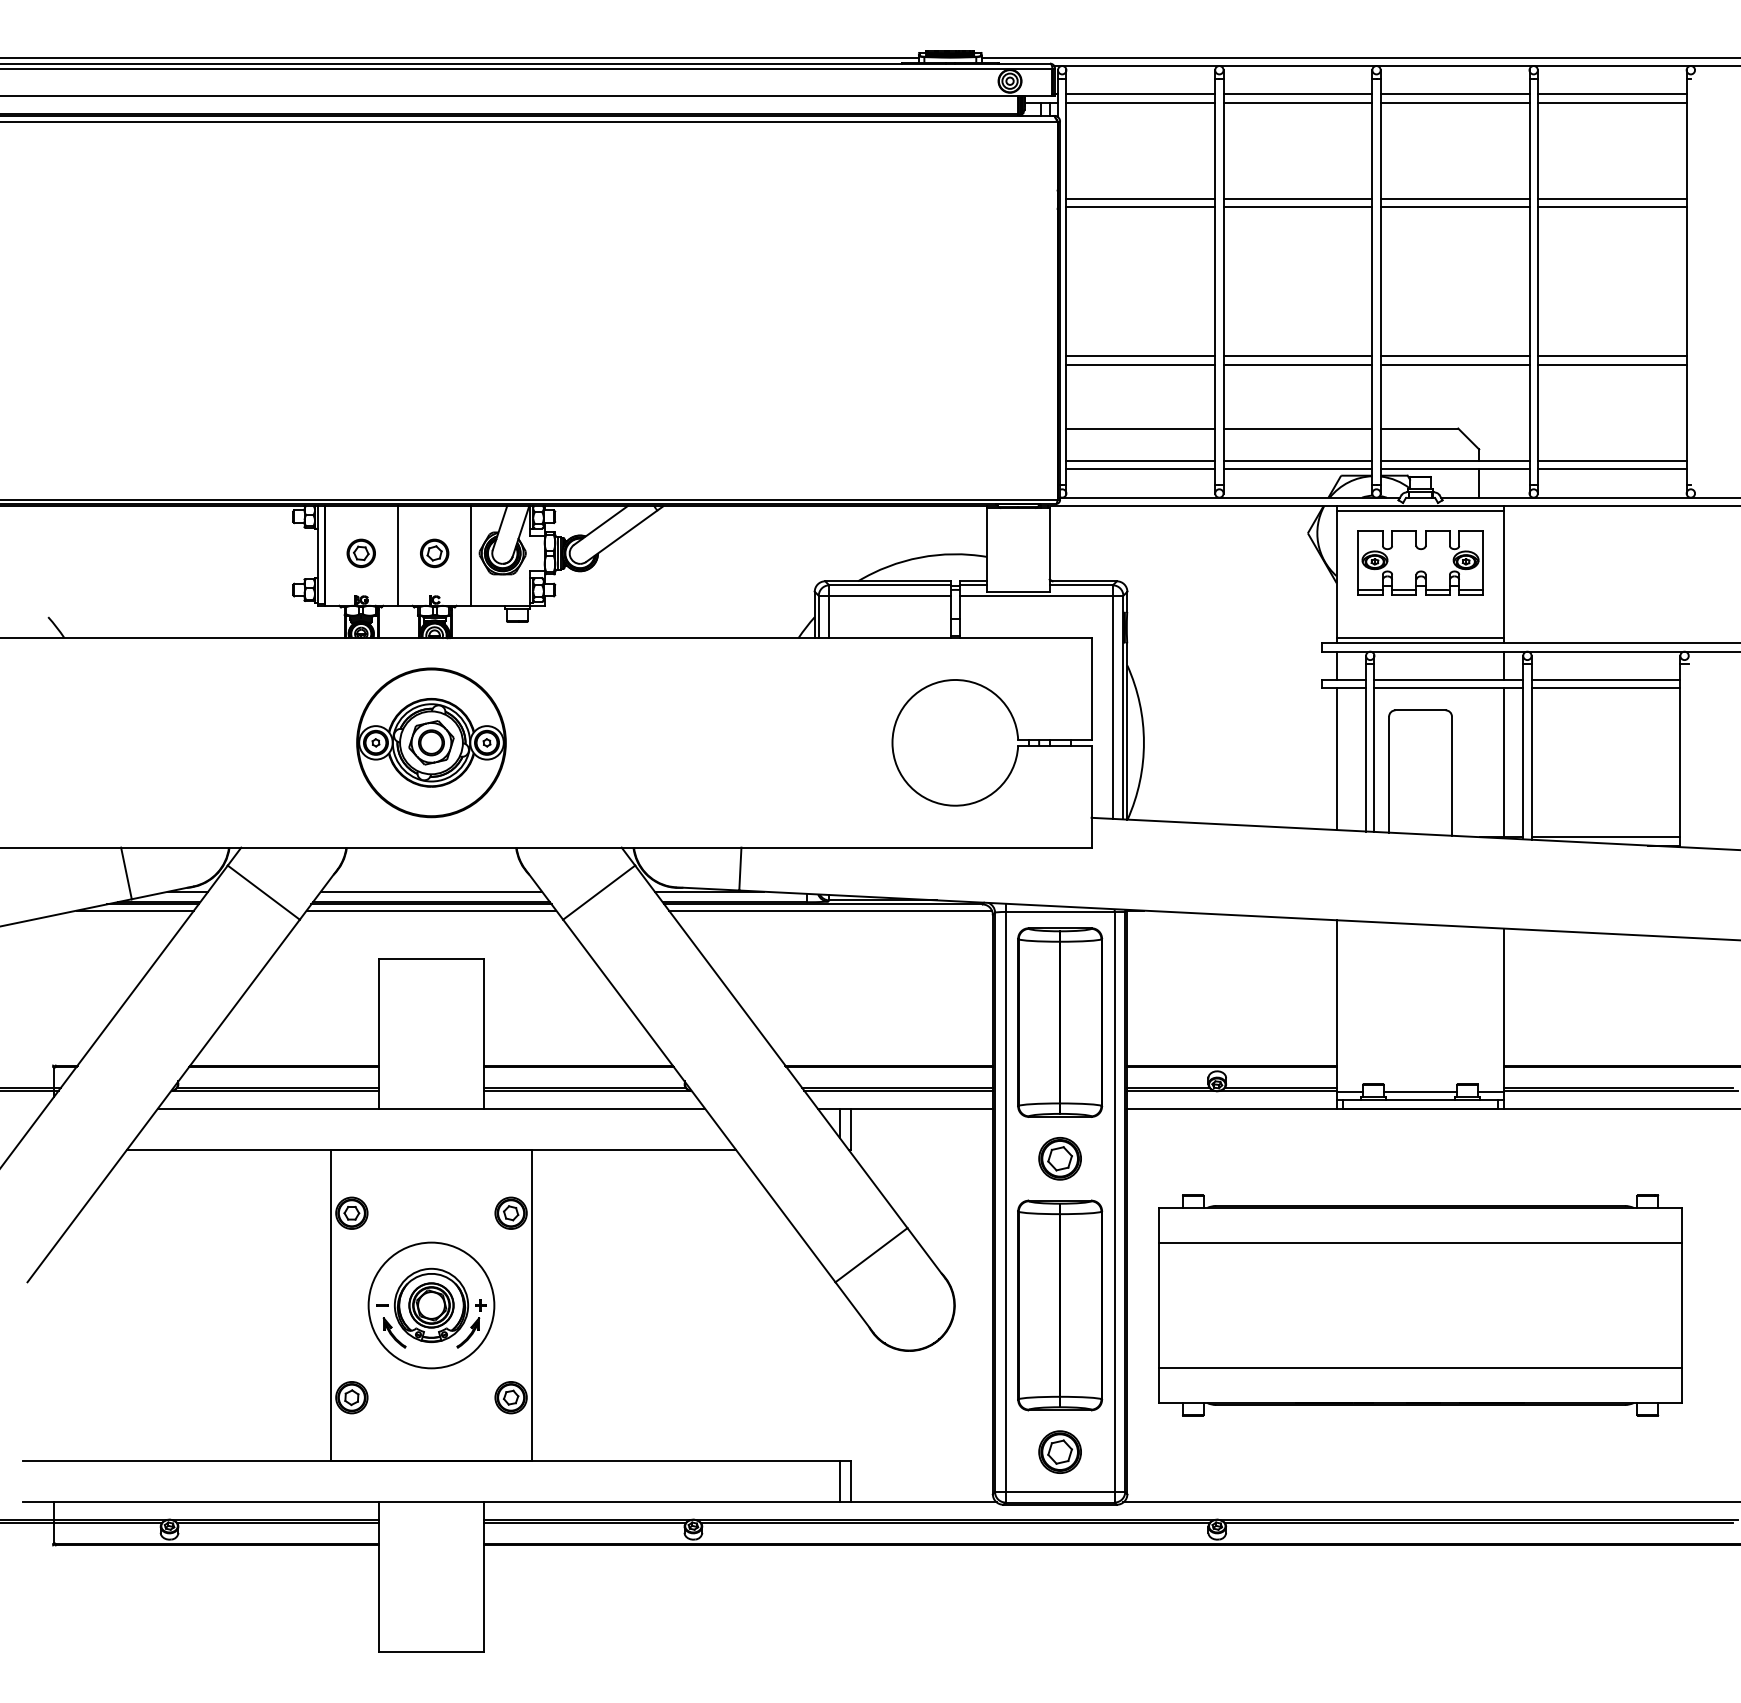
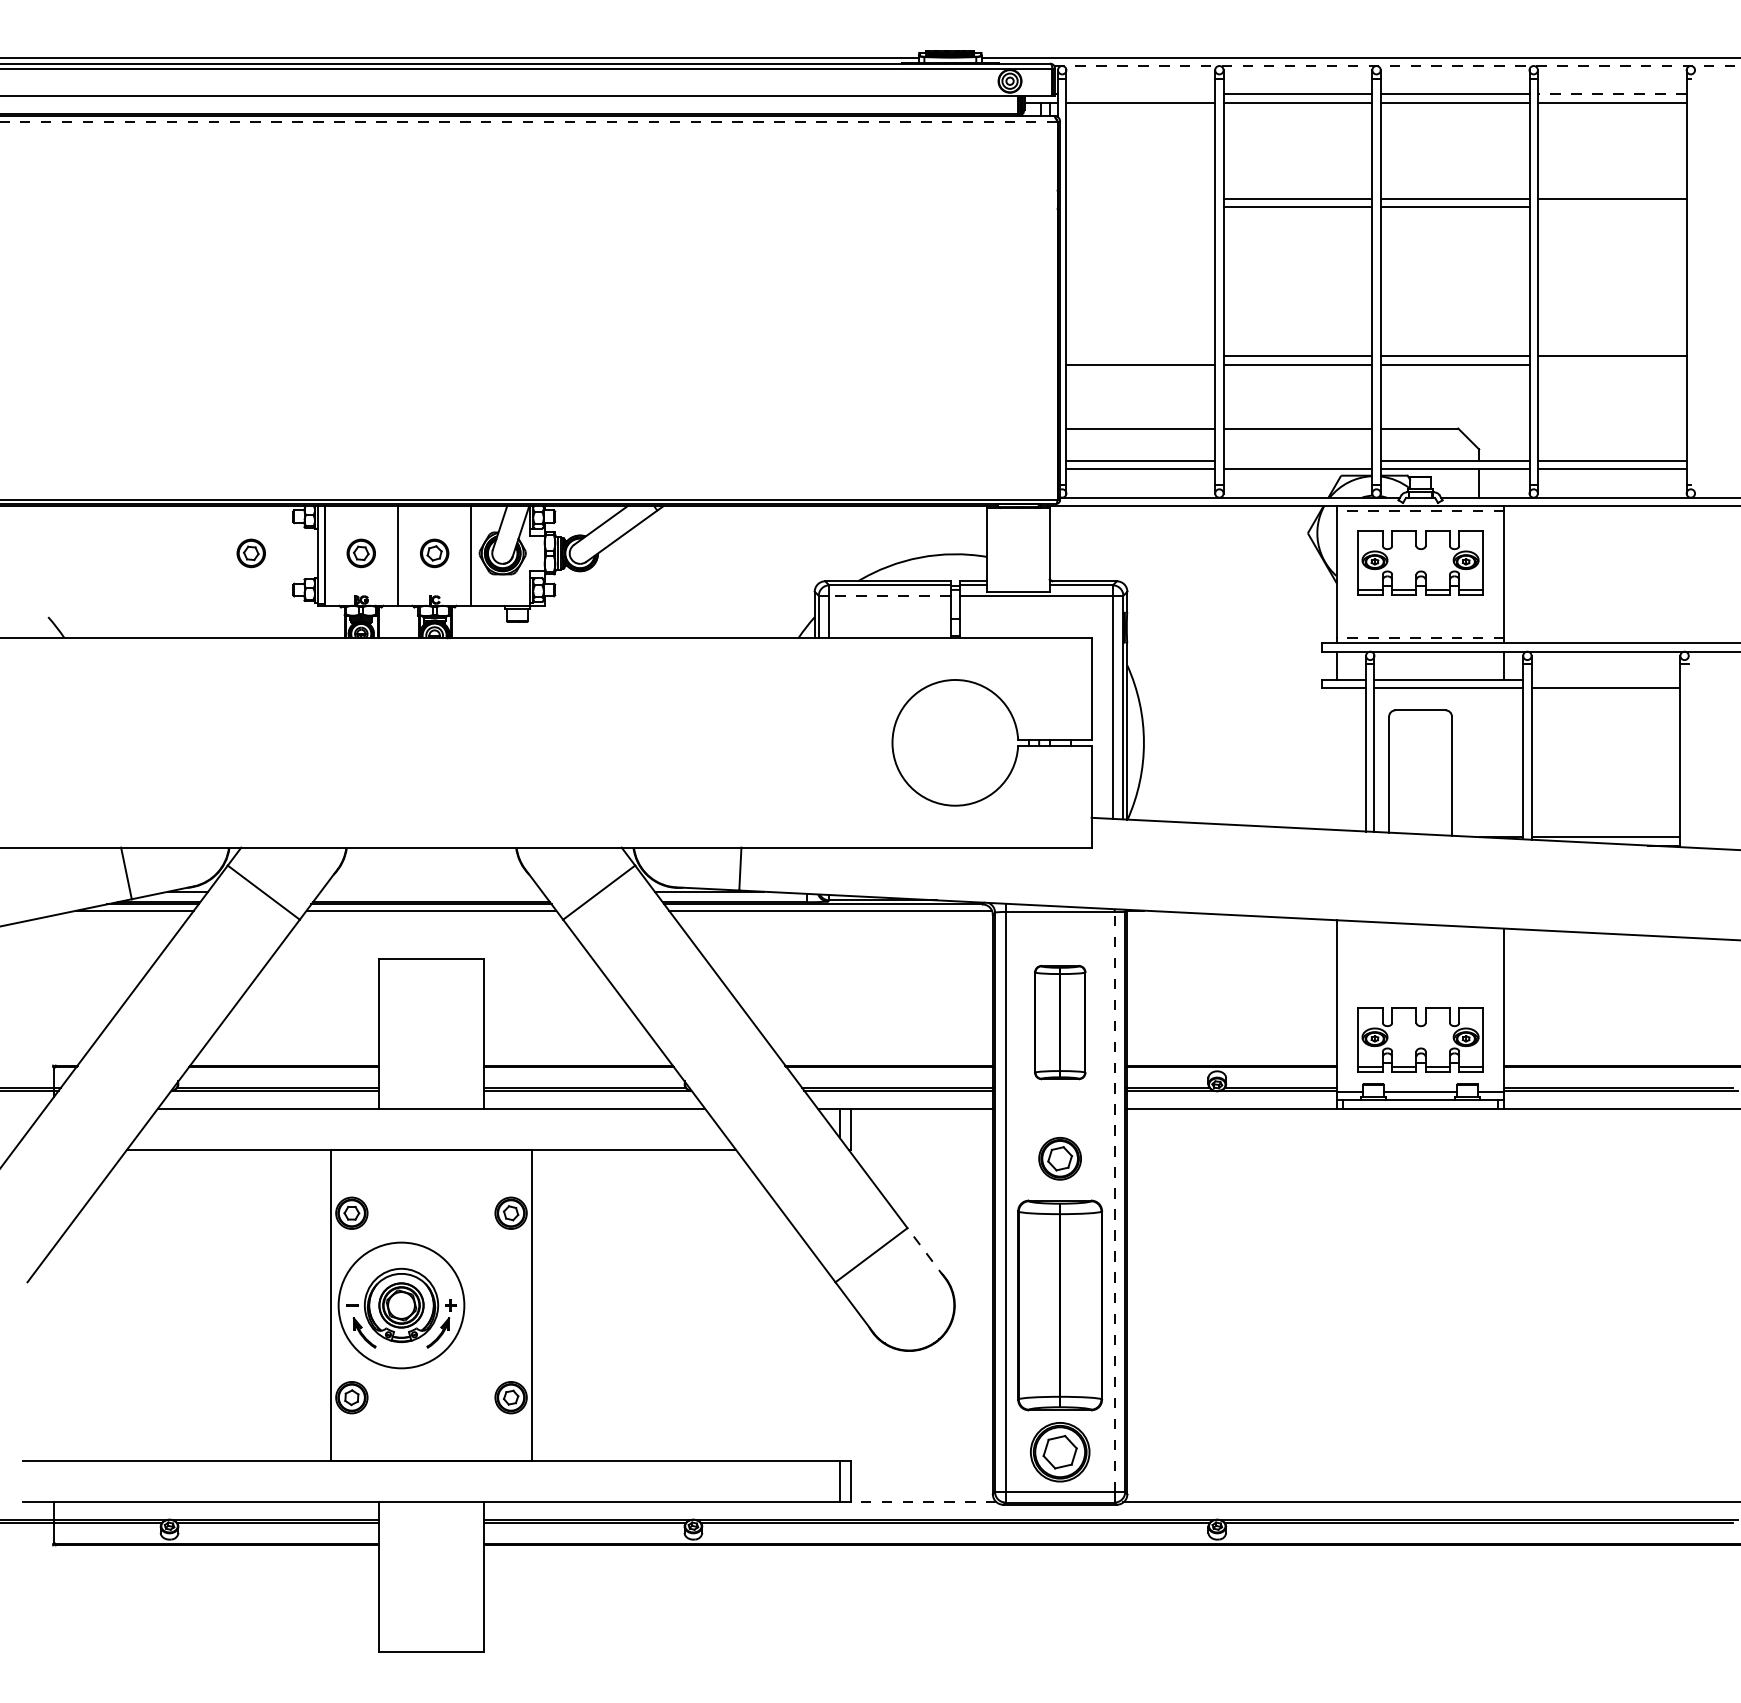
line at (1397, 66): solid -> dashed
line at (1140, 94): present -> none
line at (1611, 94): solid -> dashed
line at (528, 121): solid -> dashed
line at (1140, 199): present -> none
line at (1140, 207): present -> none
line at (1611, 207): present -> none
line at (1140, 356): present -> none
line at (1611, 364): present -> none
line at (1297, 461): present -> none
line at (1420, 510): solid -> dashed
part at (250, 553): none -> present
line at (889, 595): solid -> dashed
line at (1420, 638): solid -> dashed
line at (1605, 680): present -> none
part at (431, 742): present -> none
line at (1336, 759): present -> none
line at (1504, 762): present -> none
line at (431, 891): present -> none
part at (1060, 1022) size: 87x191 px -> 53x117 px
part at (1420, 1039): none -> present
line at (1114, 1201): solid -> dashed
line at (926, 1252): solid -> dashed
part at (431, 1305) position: (431, 1305) -> (401, 1305)
part at (1420, 1305): present -> none
part at (1059, 1451) size: 44x44 px -> 61x61 px
line at (923, 1502): solid -> dashed
